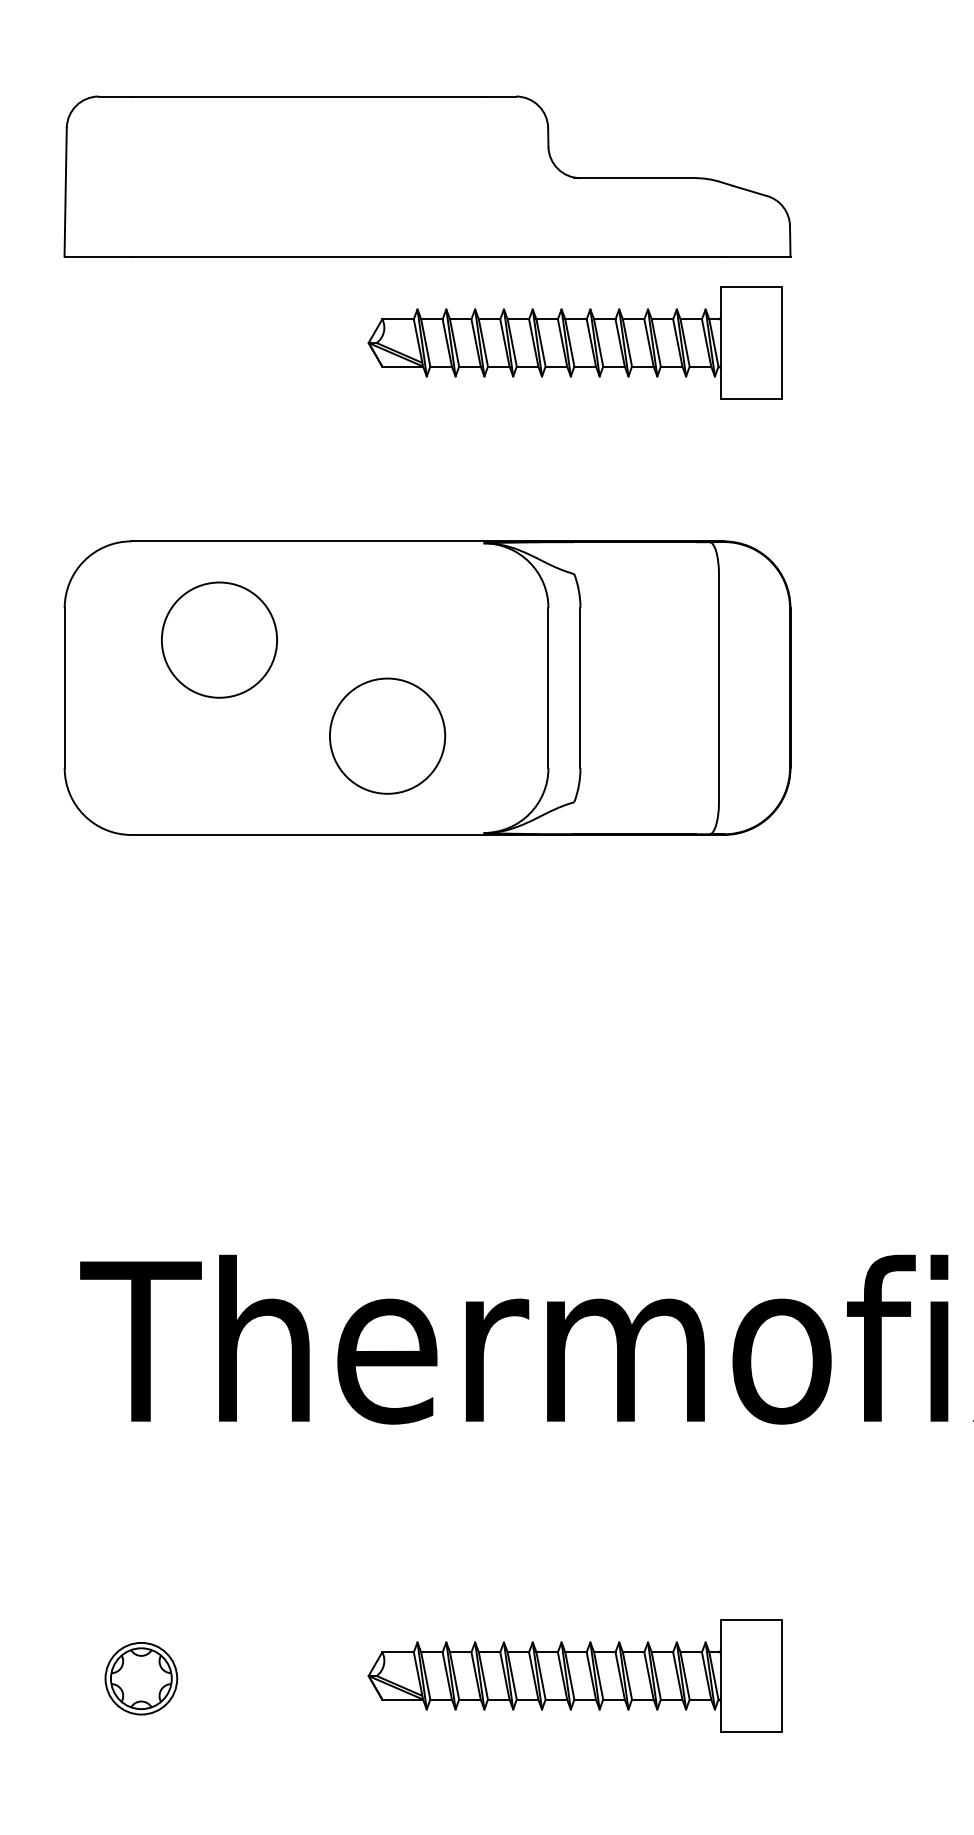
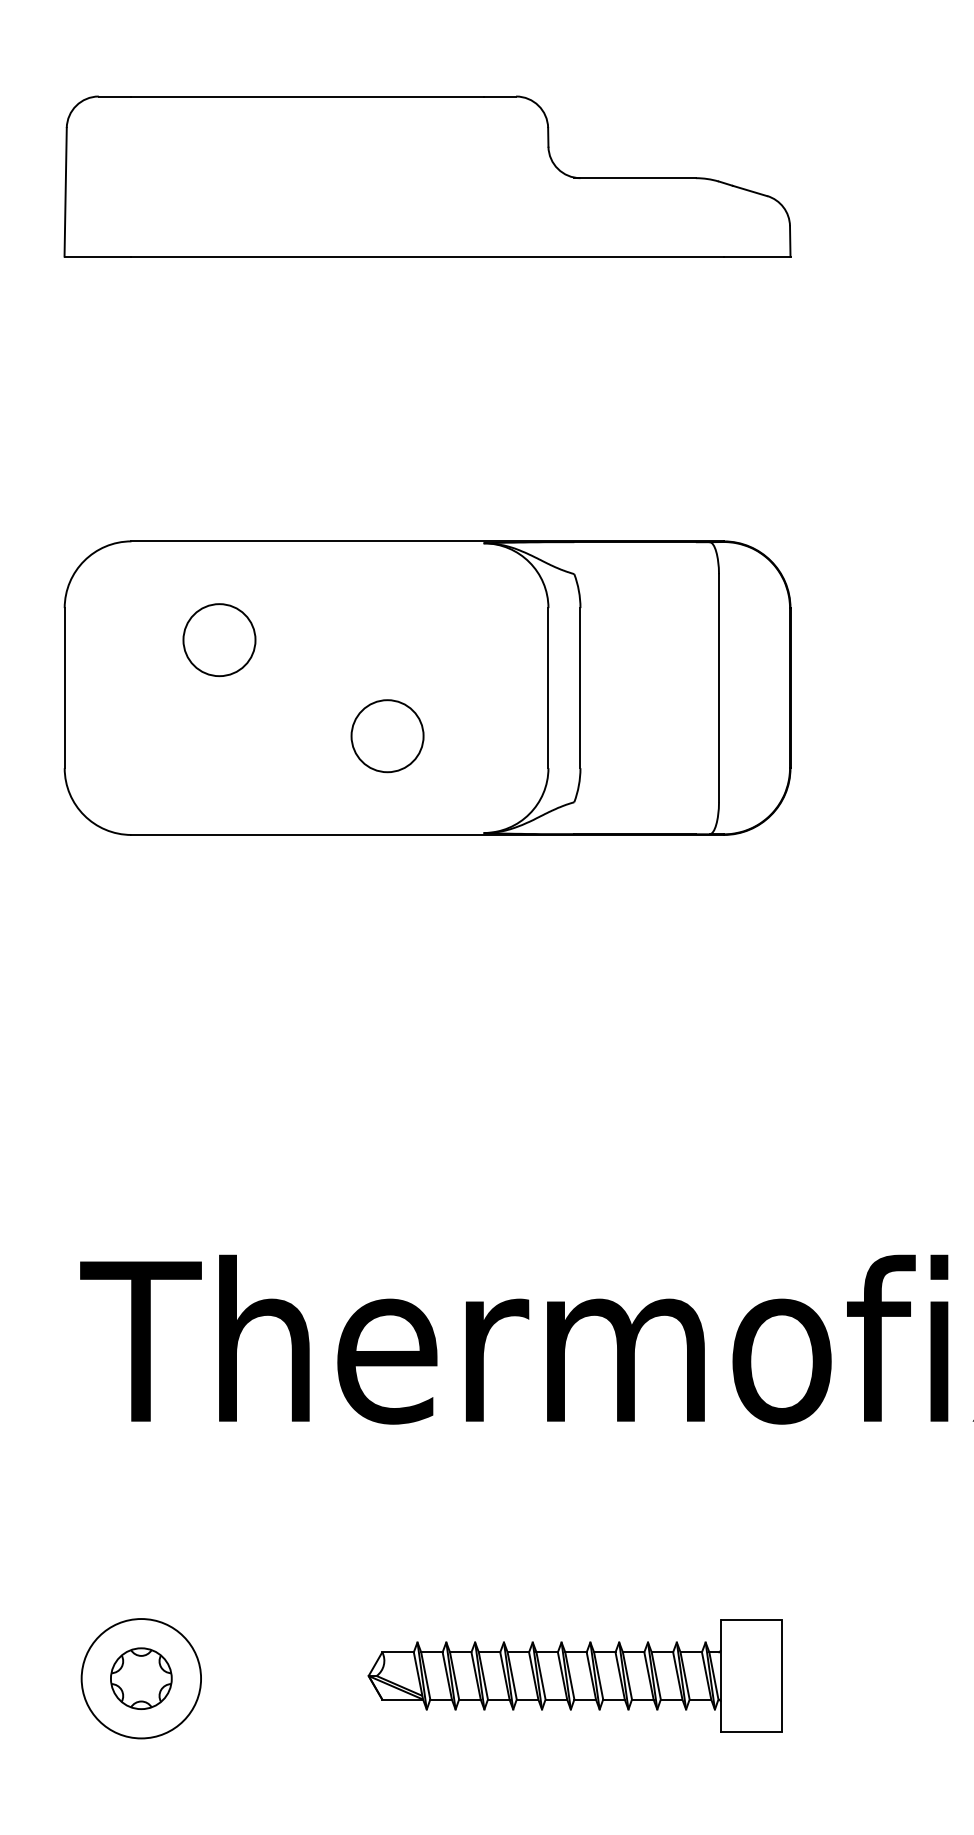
part at (574, 342): present -> none
circle at (219, 639) diameter: 115 px -> 72 px
circle at (387, 735) diameter: 115 px -> 72 px
circle at (141, 1678) diameter: 72 px -> 119 px
